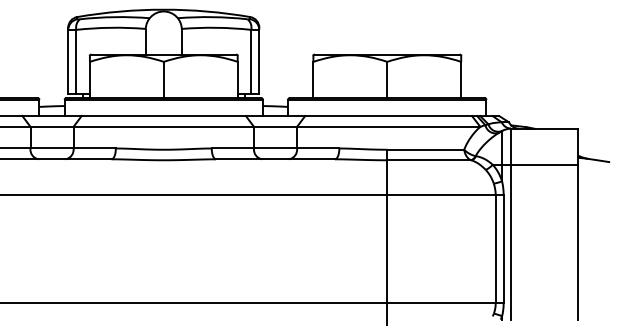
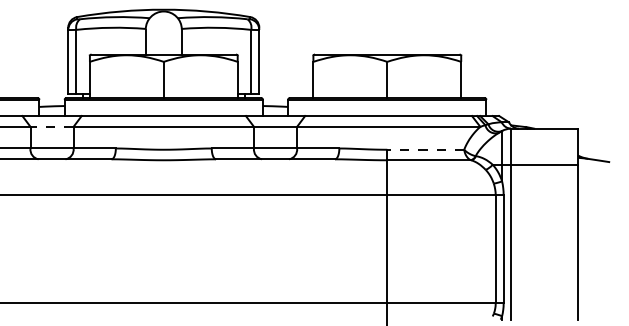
line at (52, 126): solid -> dashed
line at (425, 149): solid -> dashed
